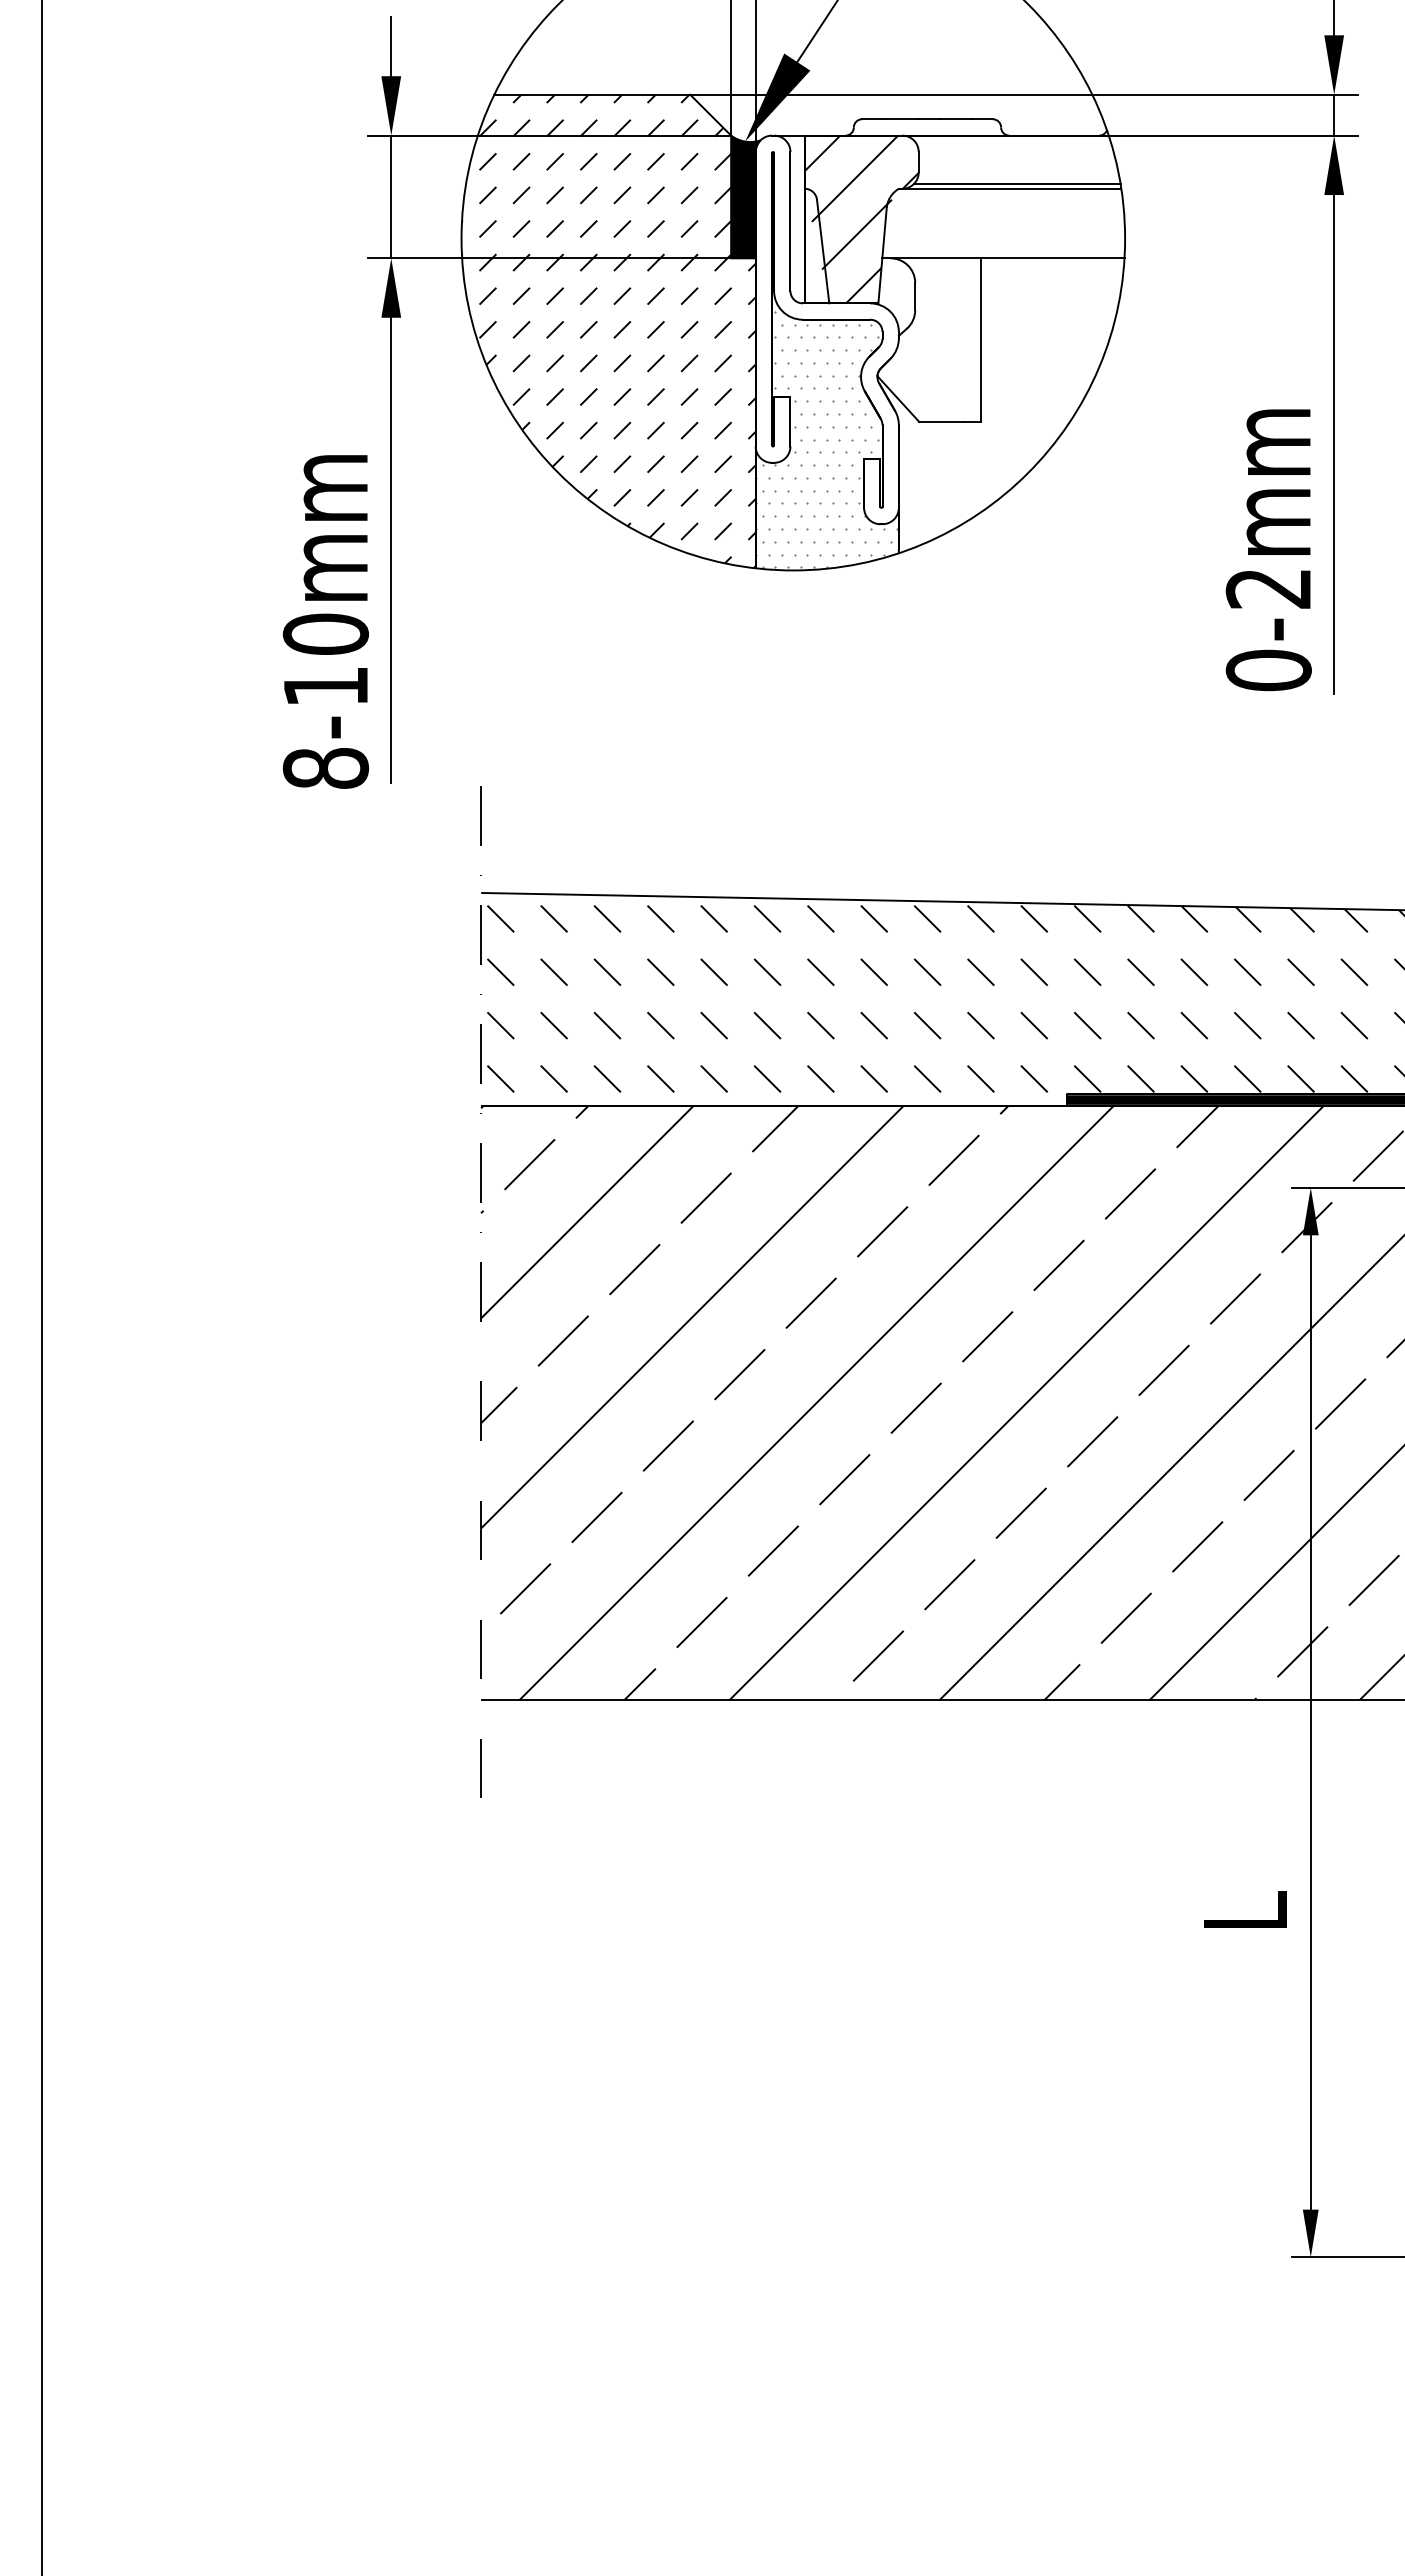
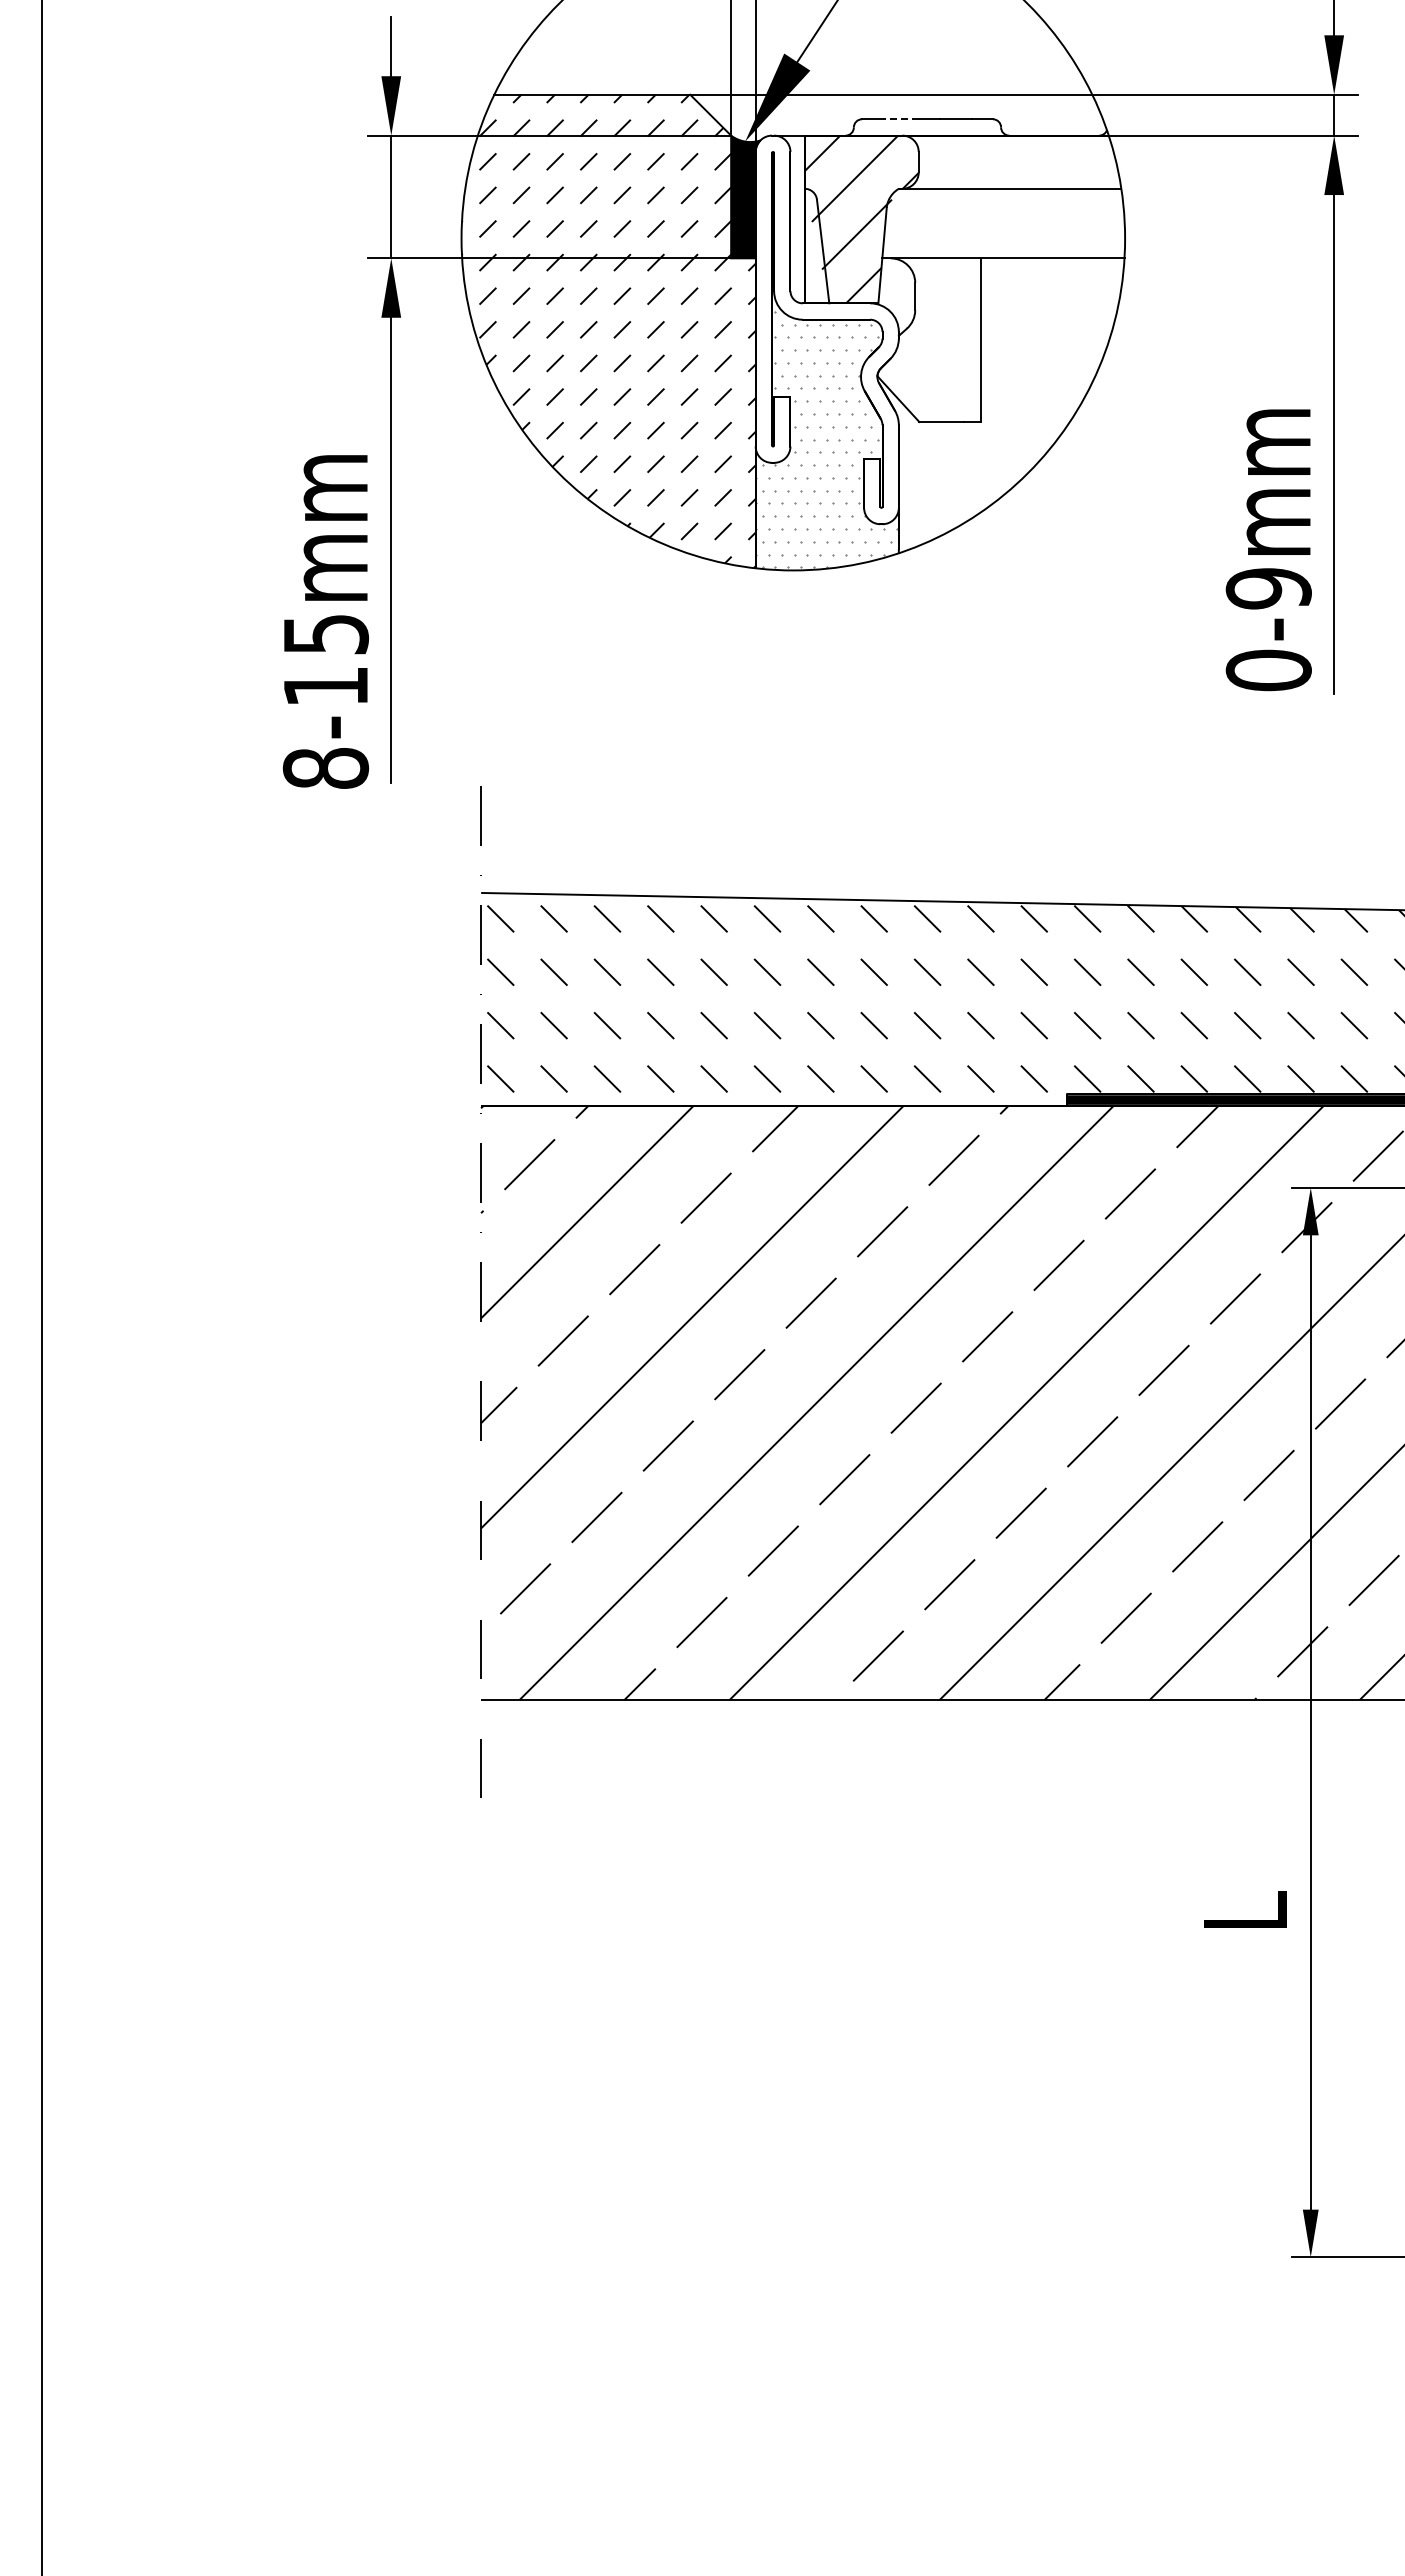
line at (900, 119): solid -> dashed
line at (1016, 184): present -> none
text at (1268, 588): 0-2mm -> 0-9mm
text at (325, 633): 8-10mm -> 8-15mm
